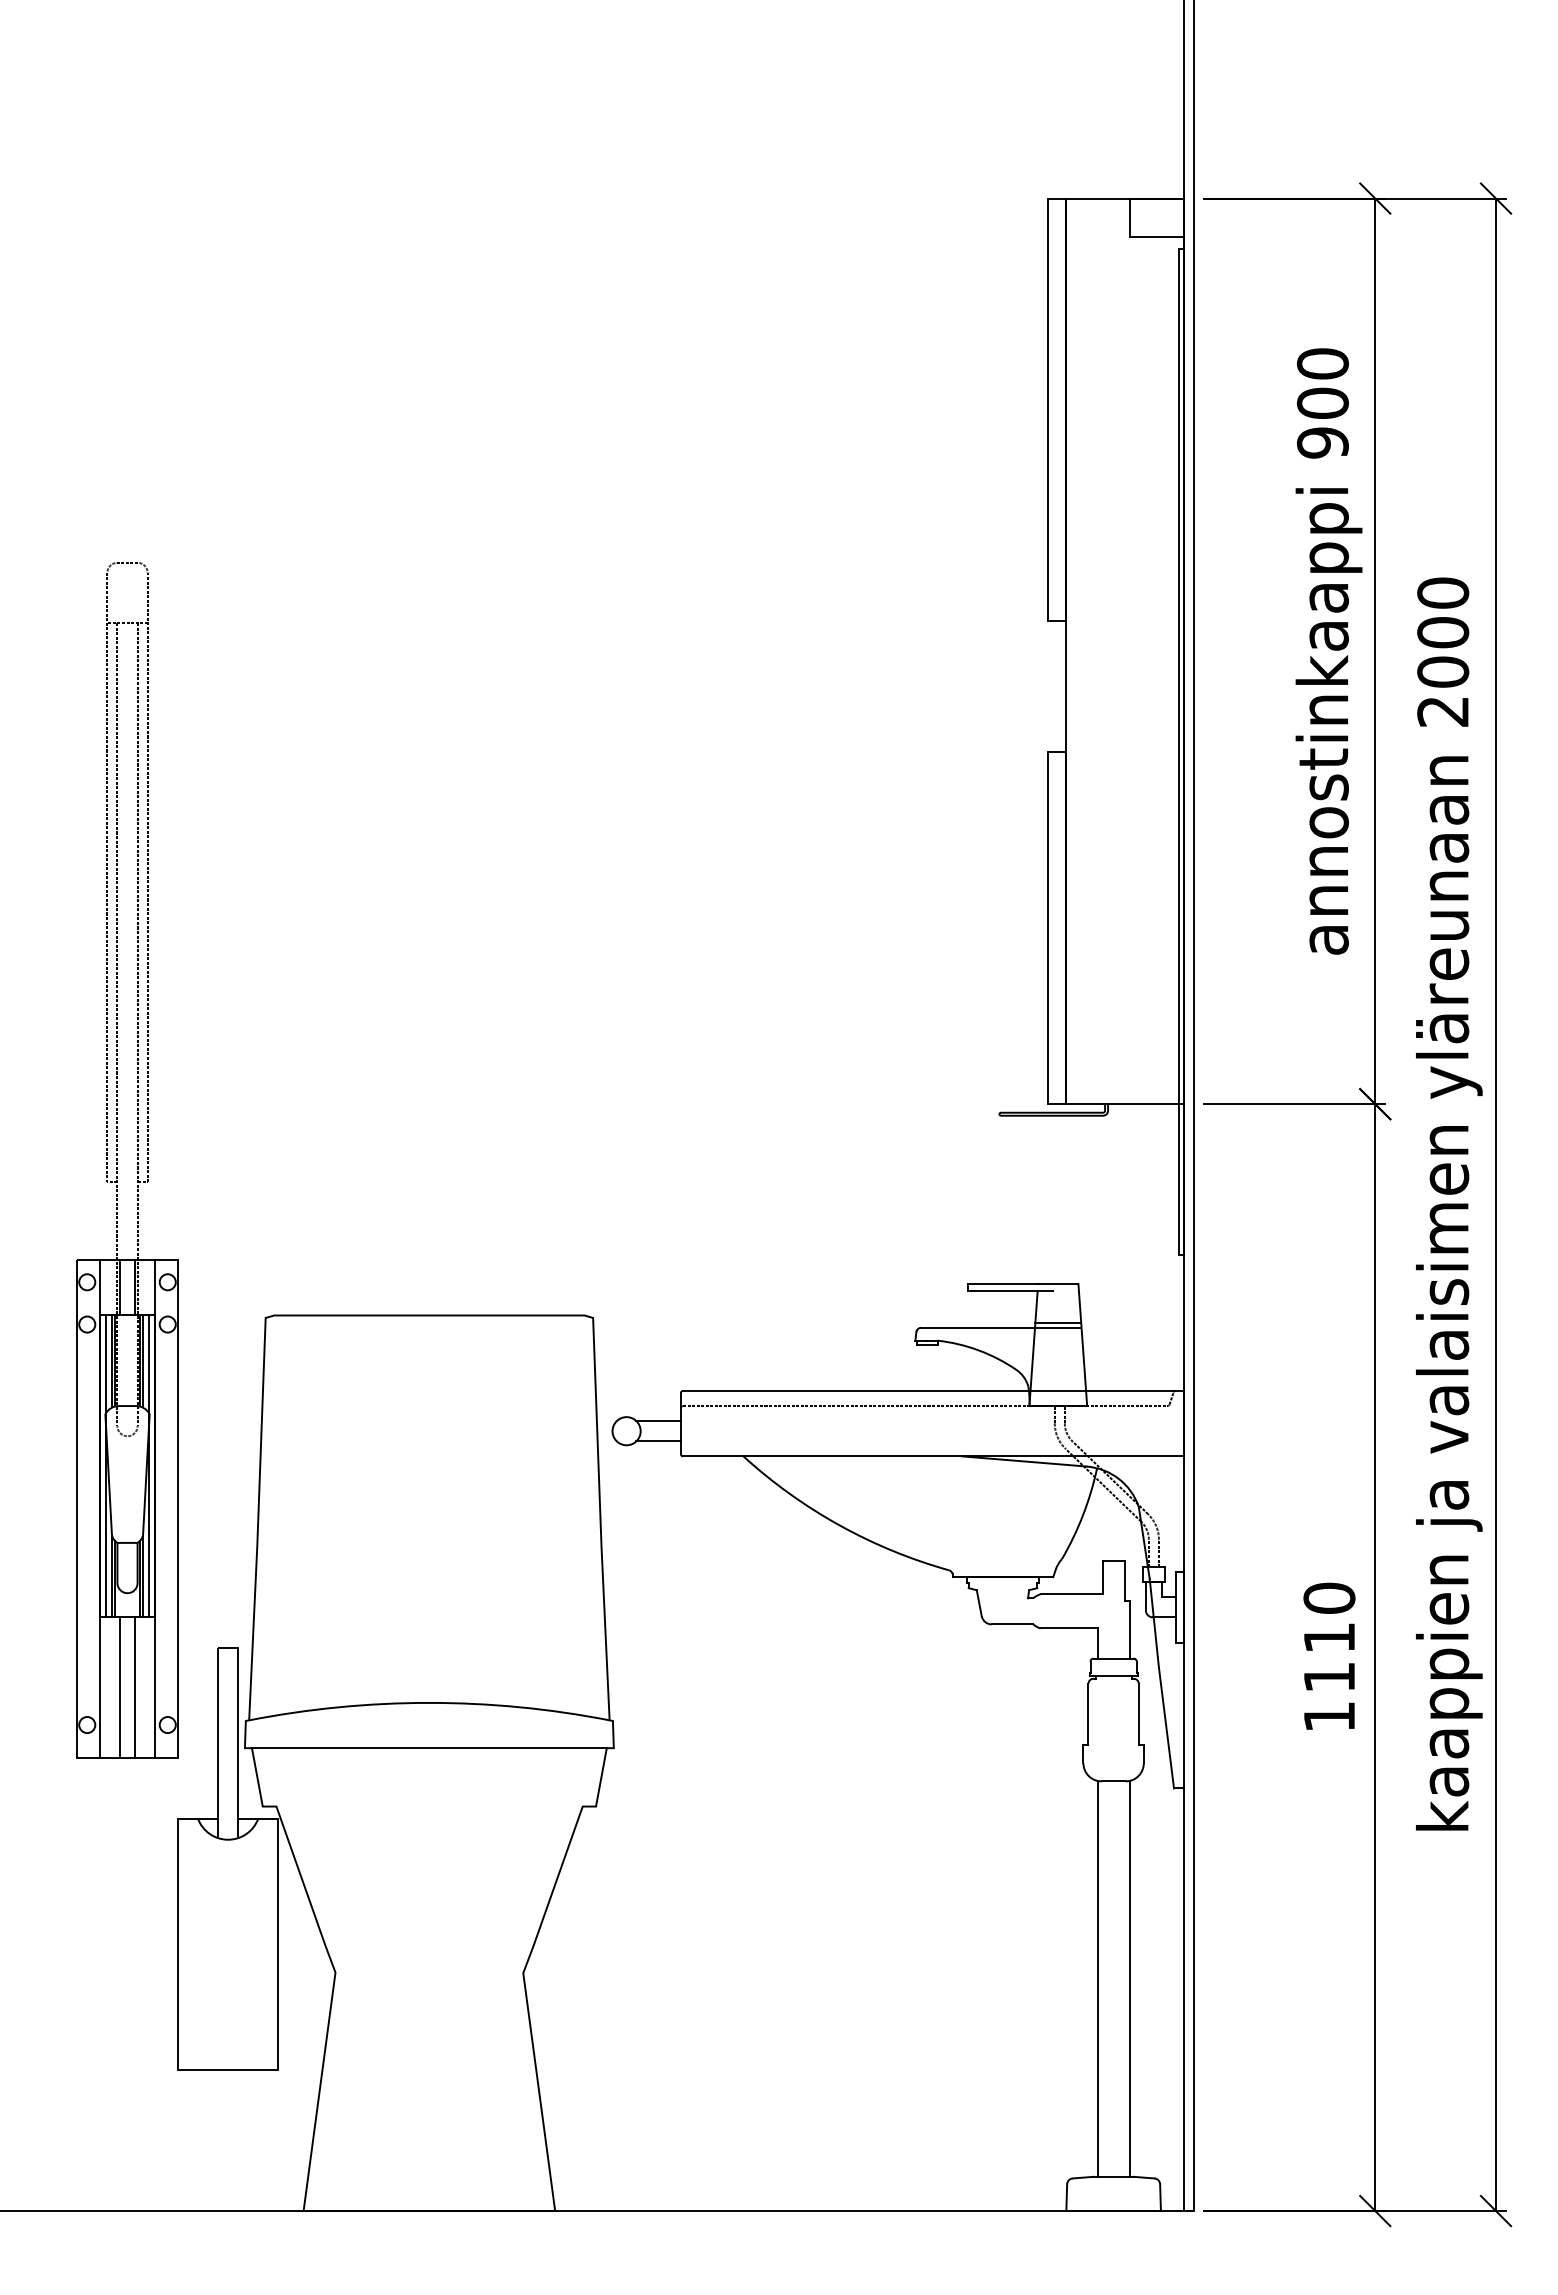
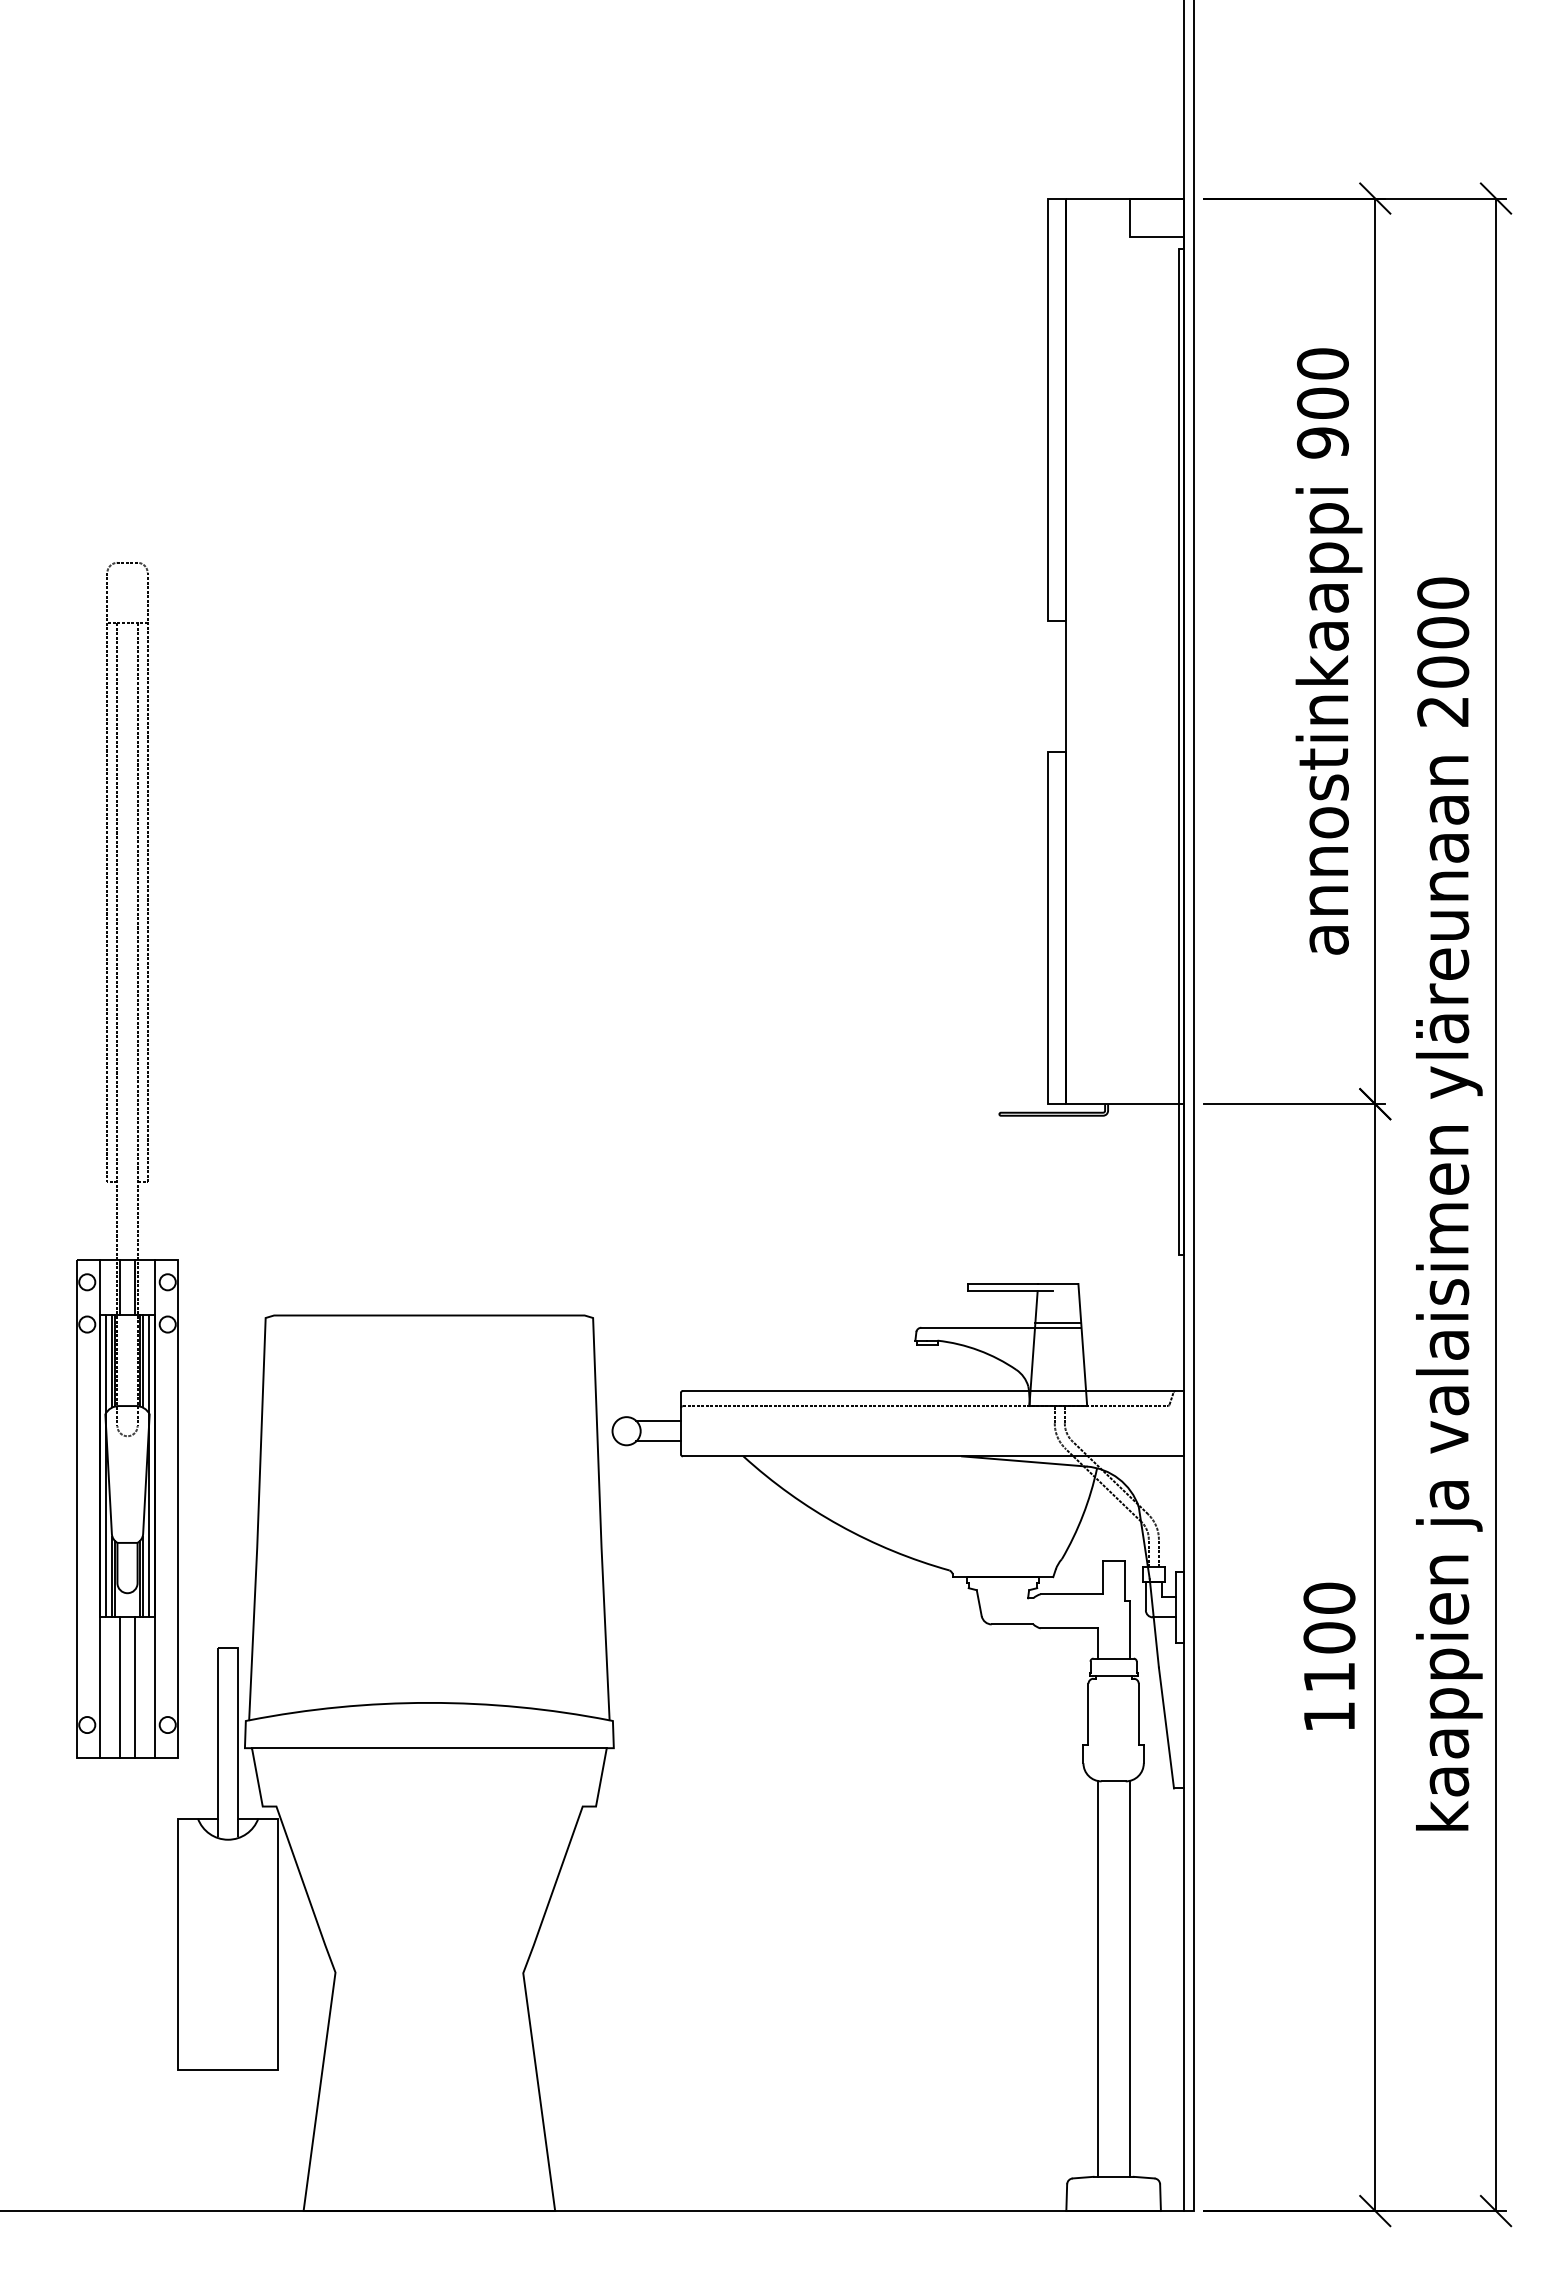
text at (1329, 1637): 1110 -> 1100
